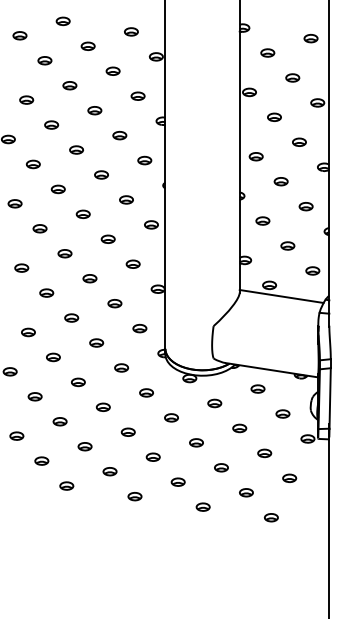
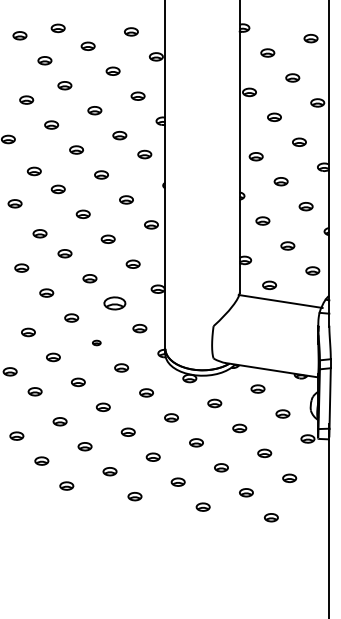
part at (62, 21) position: (62, 21) -> (57, 28)
part at (69, 85) position: (69, 85) -> (64, 85)
part at (144, 160) position: (144, 160) -> (144, 154)
part at (32, 164) position: (32, 164) -> (33, 171)
part at (39, 228) position: (39, 228) -> (39, 233)
line at (281, 296) position: (281, 296) -> (280, 301)
part at (114, 303) size: 16x10 px -> 24x15 px
part at (96, 342) size: 16x10 px -> 10x8 px
part at (34, 396) position: (34, 396) -> (34, 391)
